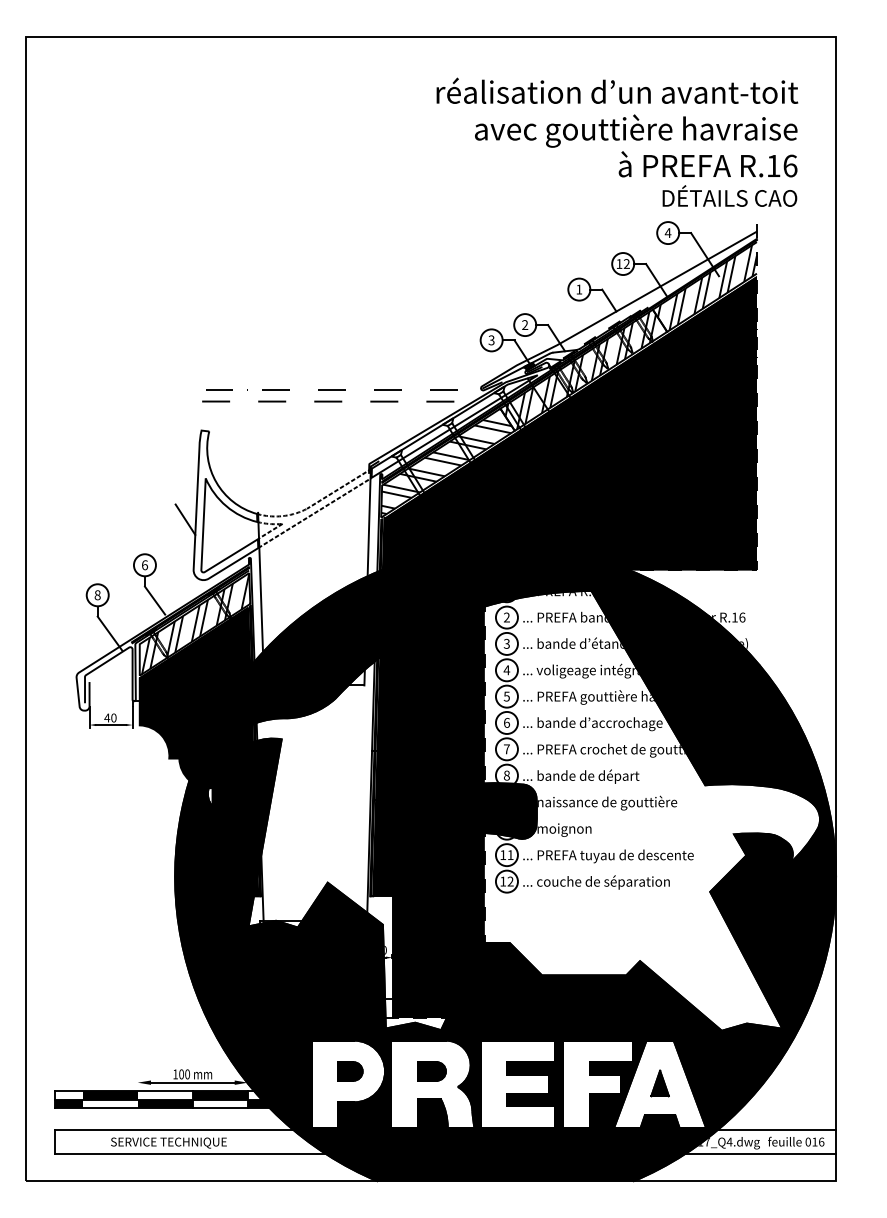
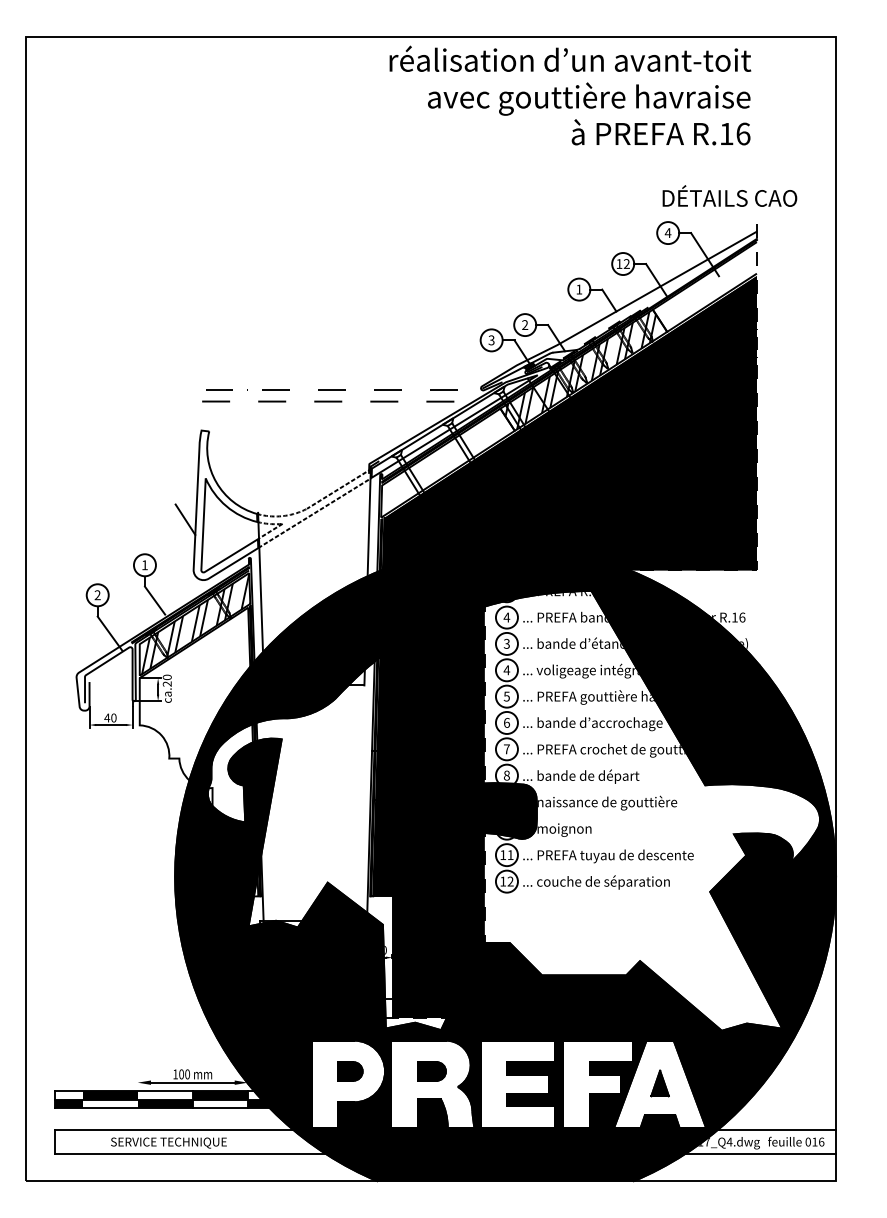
text at (617, 127) position: (617, 127) -> (570, 95)
hatch at (706, 287): present -> none
hatch at (446, 461): present -> none
text at (145, 565): 6 -> 1
text at (97, 595): 8 -> 2
text at (506, 617): 2 -> 4
fill at (198, 751): present -> none
